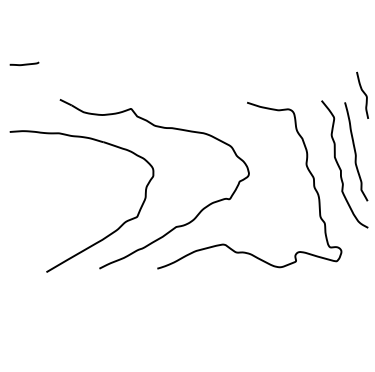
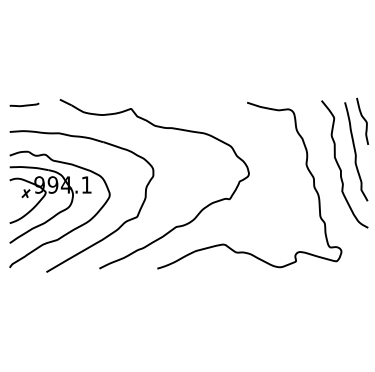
curve at (24, 63) position: (24, 63) -> (24, 104)
curve at (363, 93) position: (363, 93) -> (363, 119)
part at (59, 209): none -> present
